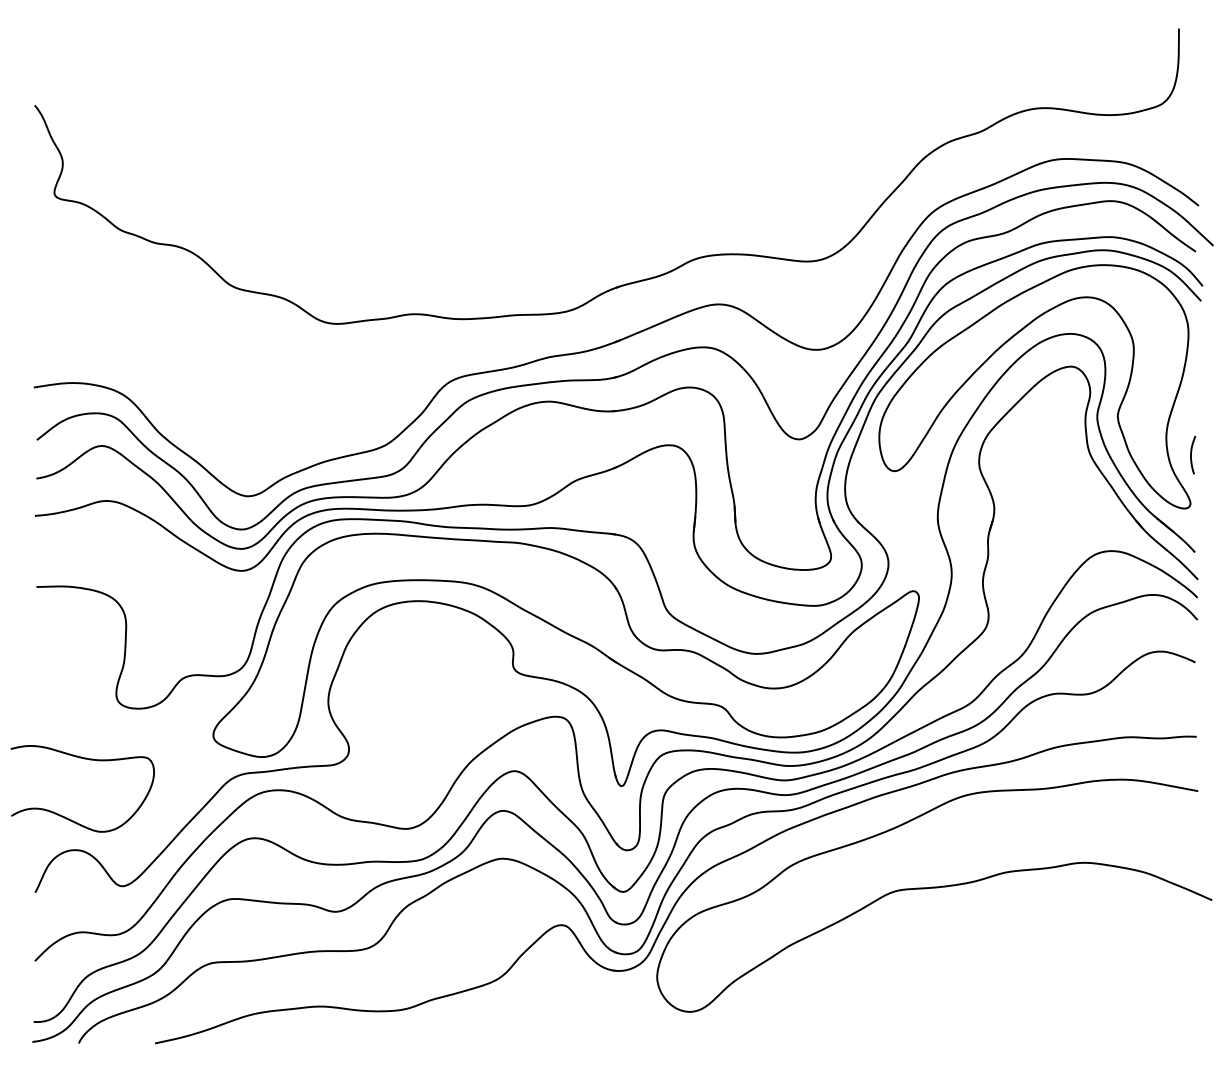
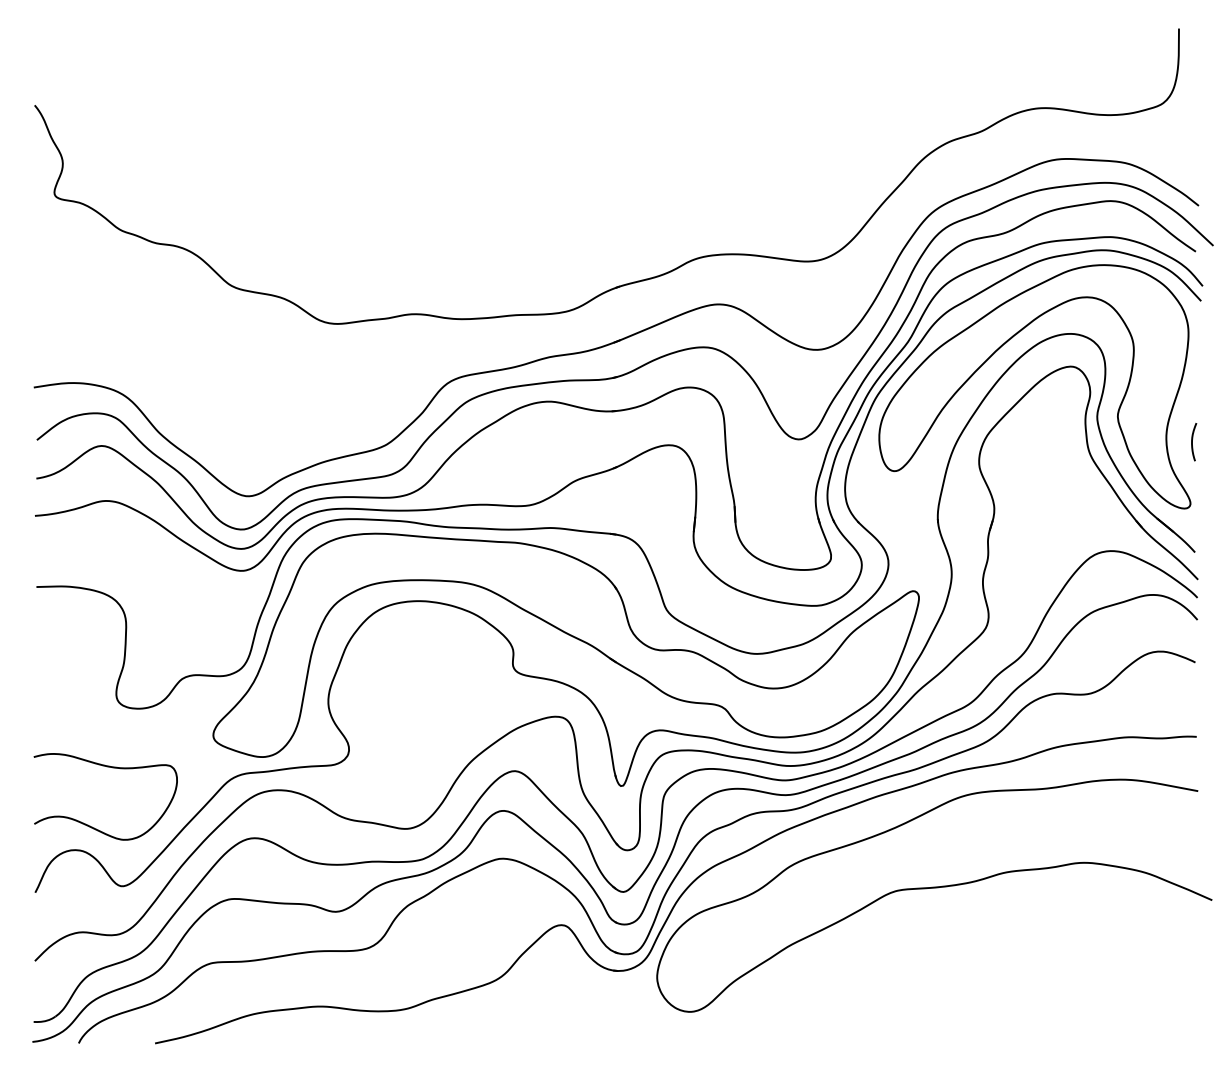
curve at (1191, 455) position: (1191, 455) -> (1192, 442)
curve at (89, 760) position: (89, 760) -> (112, 768)
